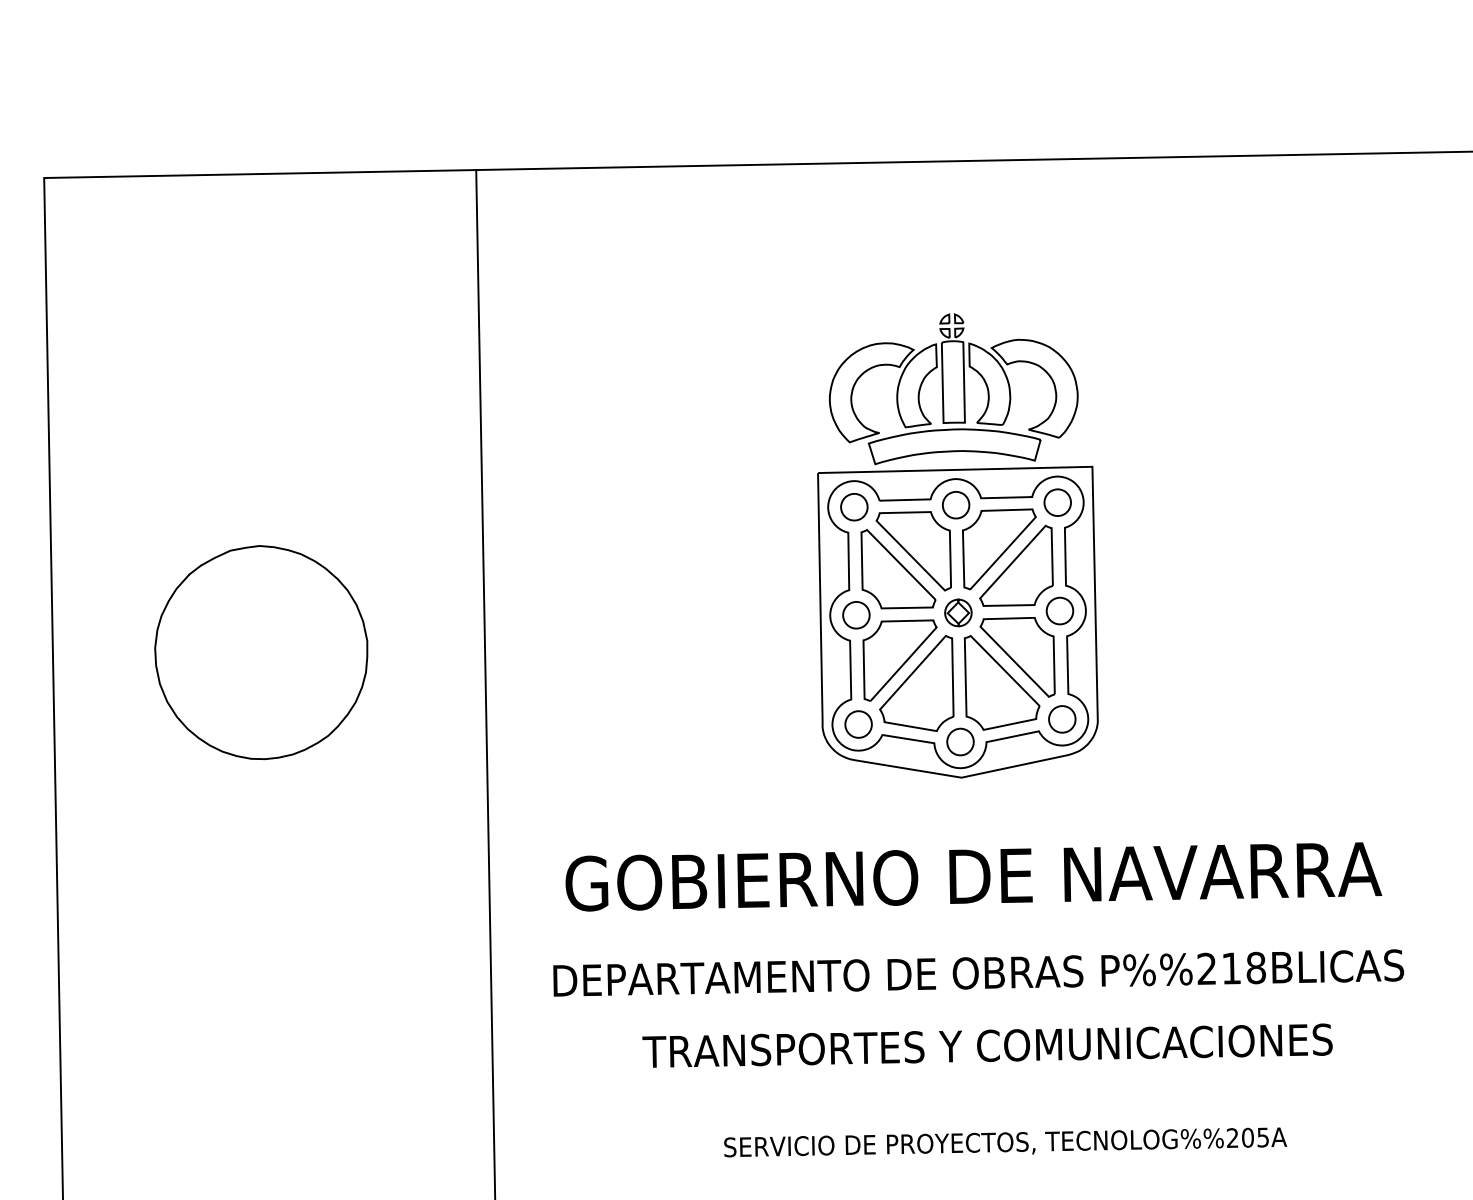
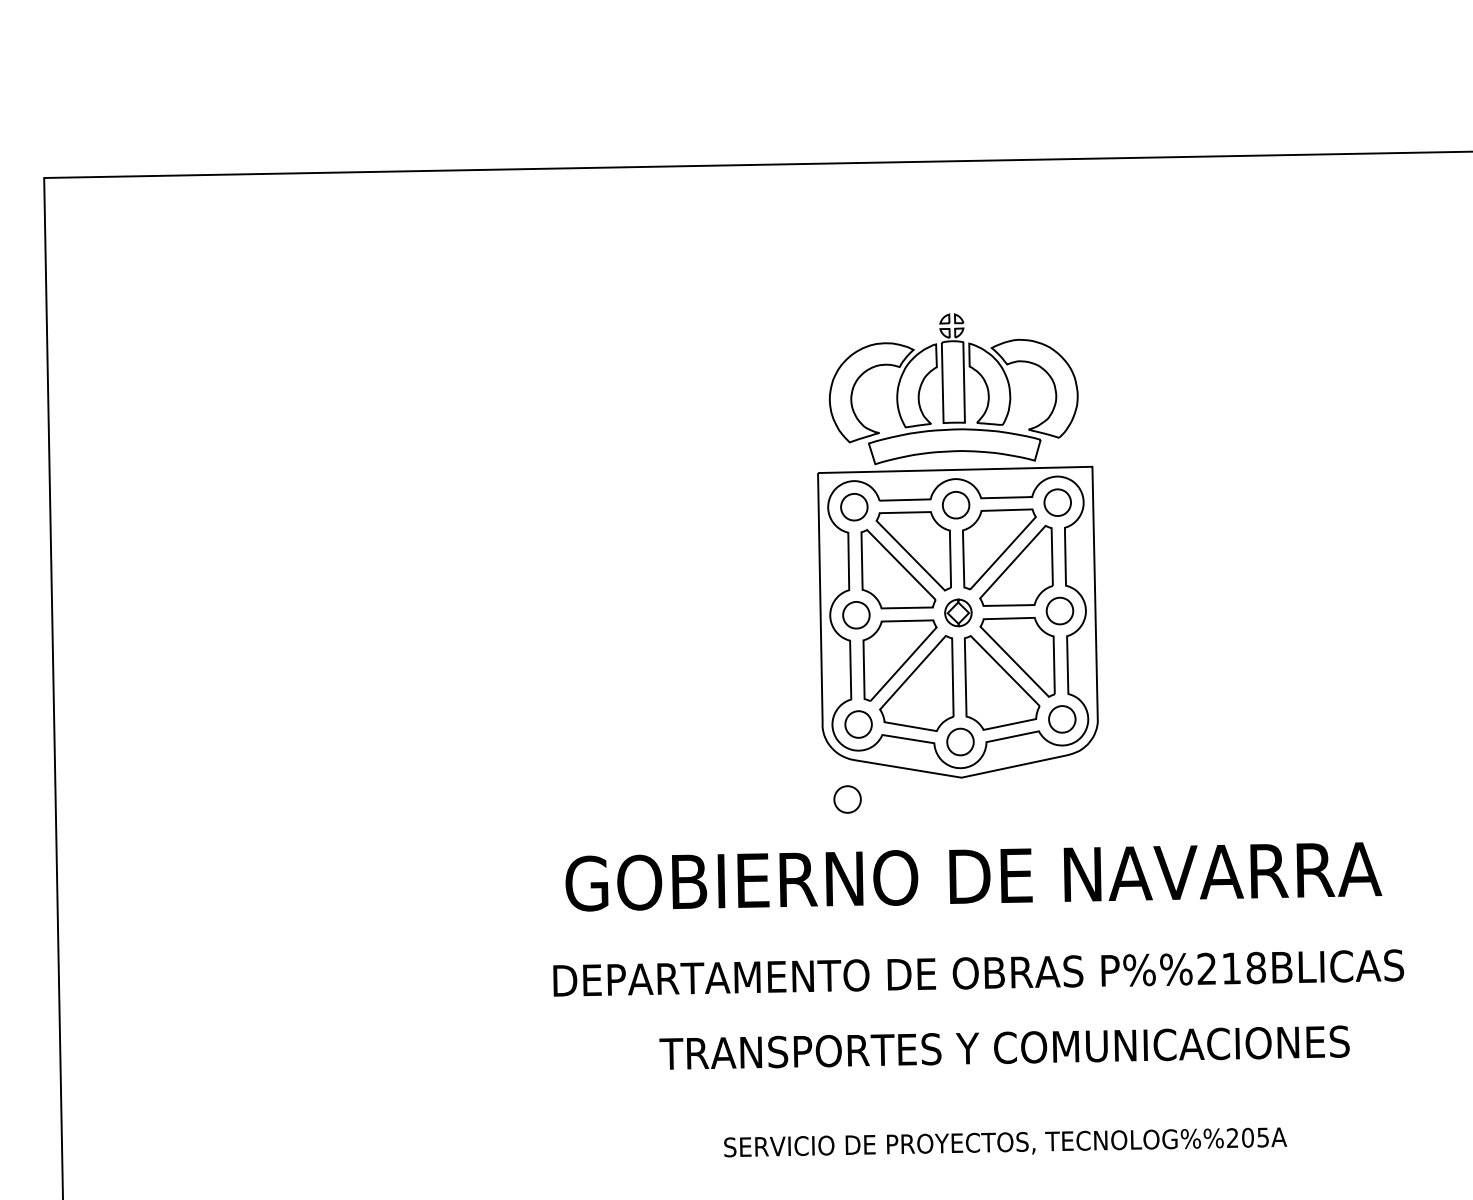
part at (261, 652): present -> none
line at (485, 683): present -> none
part at (847, 799): none -> present
text at (987, 1045) position: (987, 1045) -> (1004, 1047)
